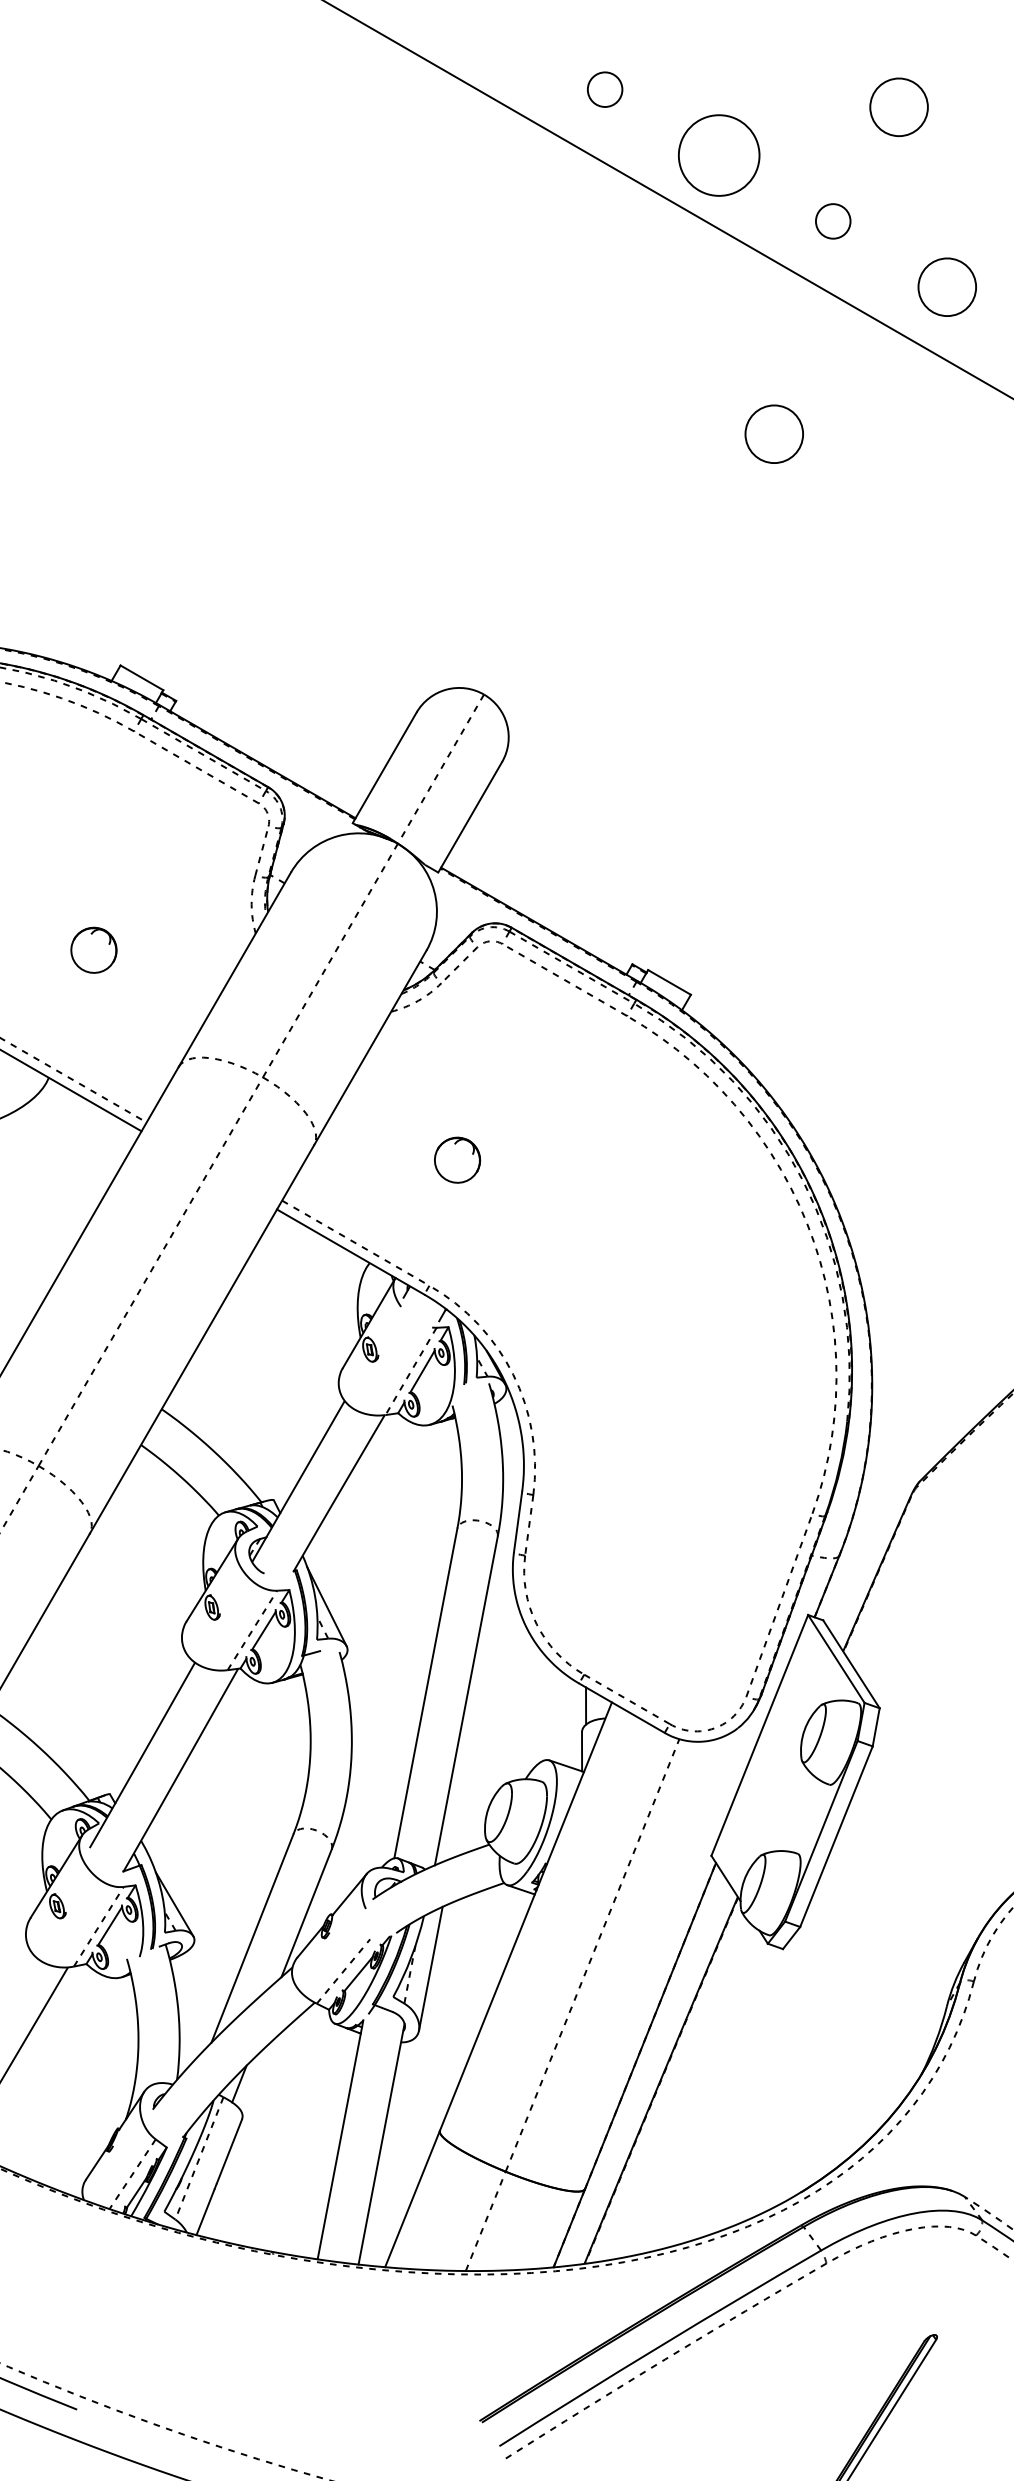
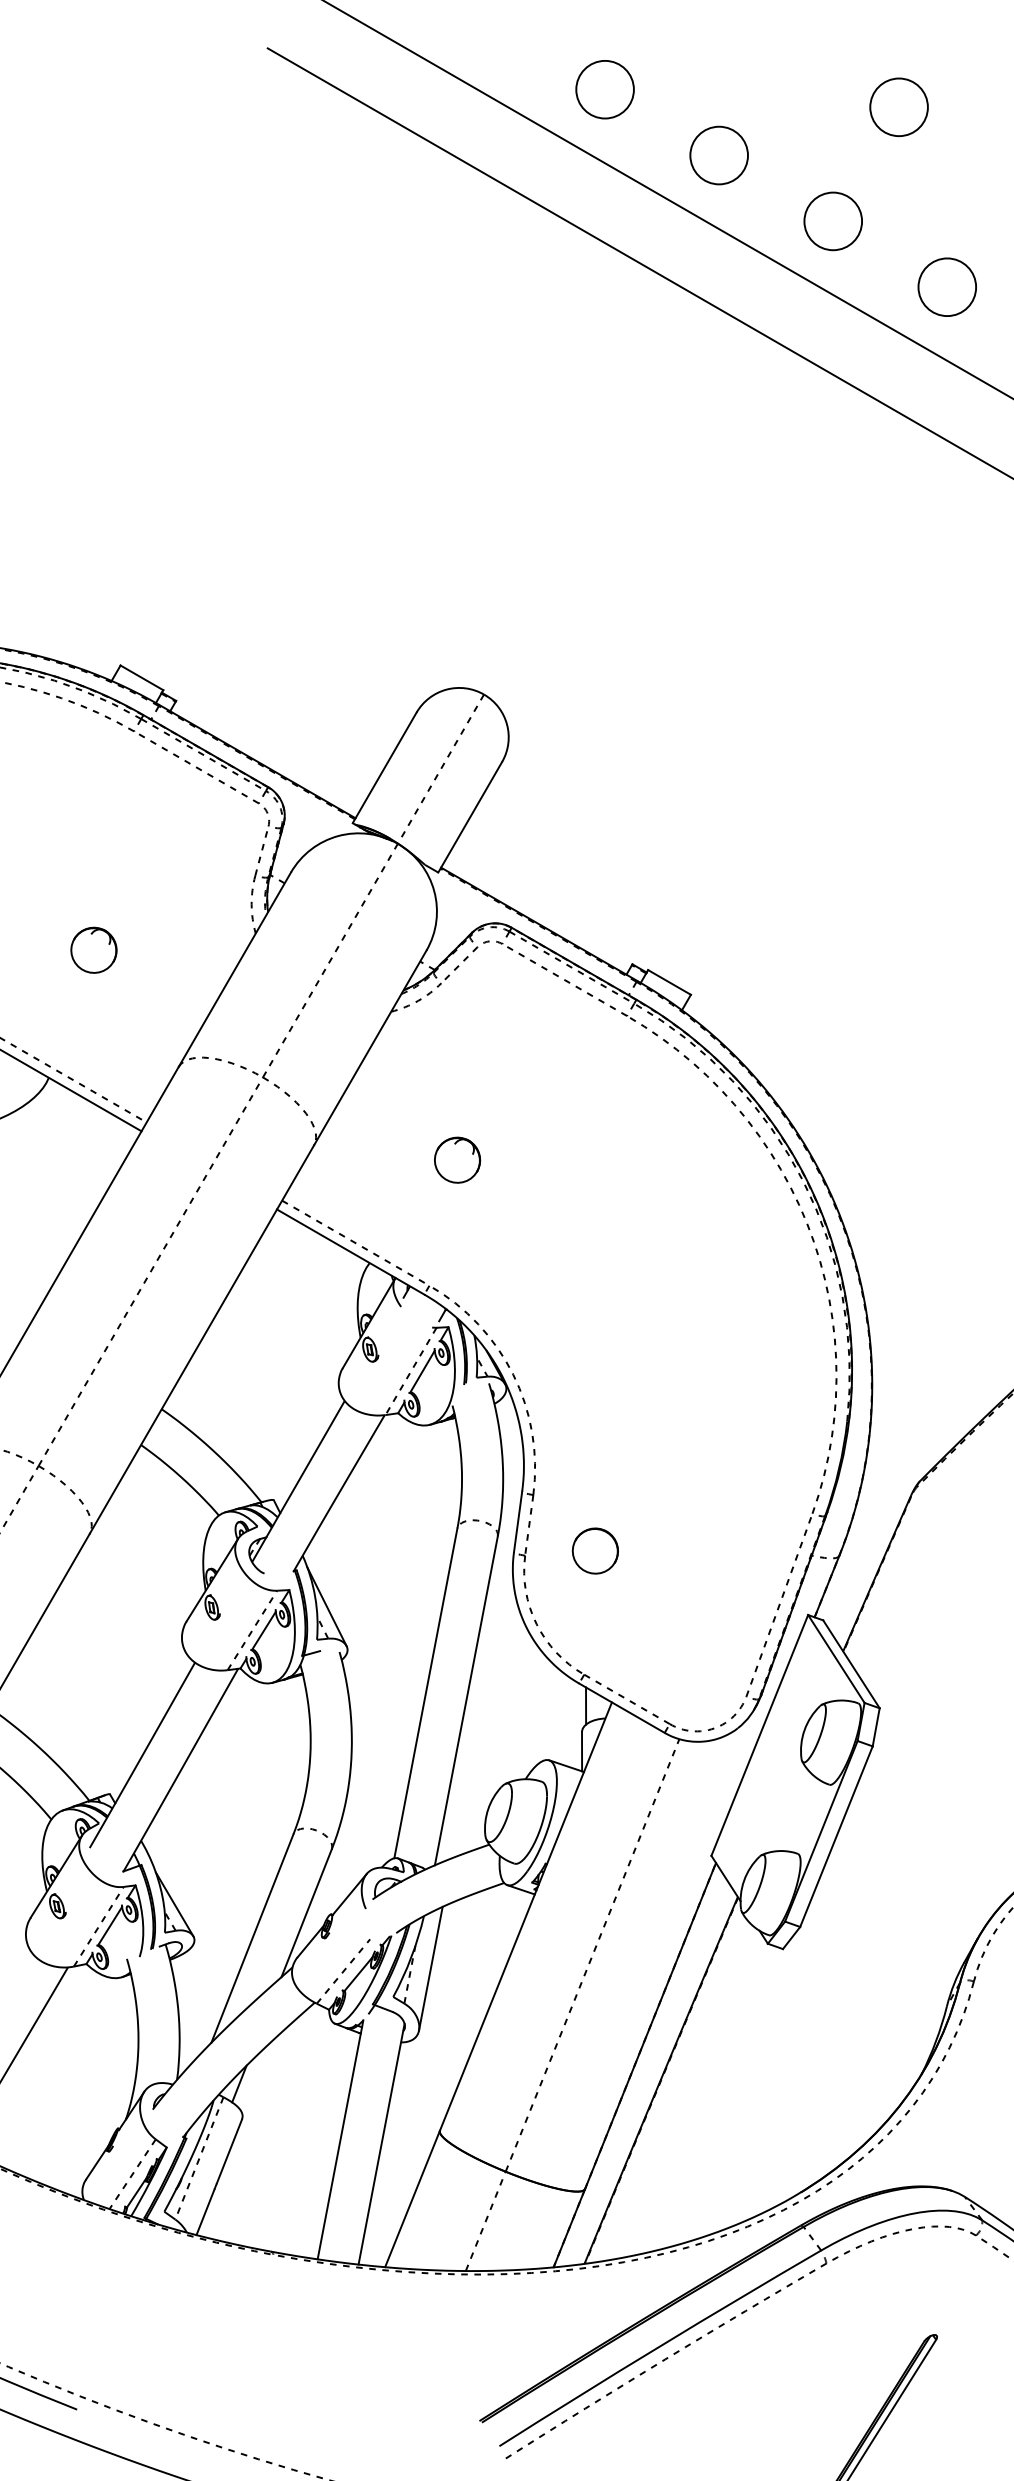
circle at (604, 89) diameter: 35 px -> 58 px
circle at (718, 155) diameter: 81 px -> 58 px
circle at (832, 221) diameter: 35 px -> 58 px
line at (638, 262): none -> present
circle at (773, 433): present -> none
part at (594, 1550): none -> present
arc at (989, 2213): dashed -> solid
